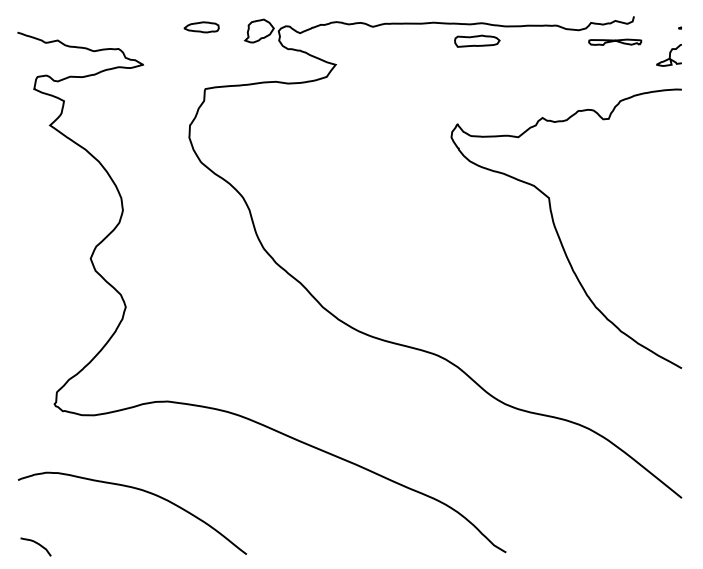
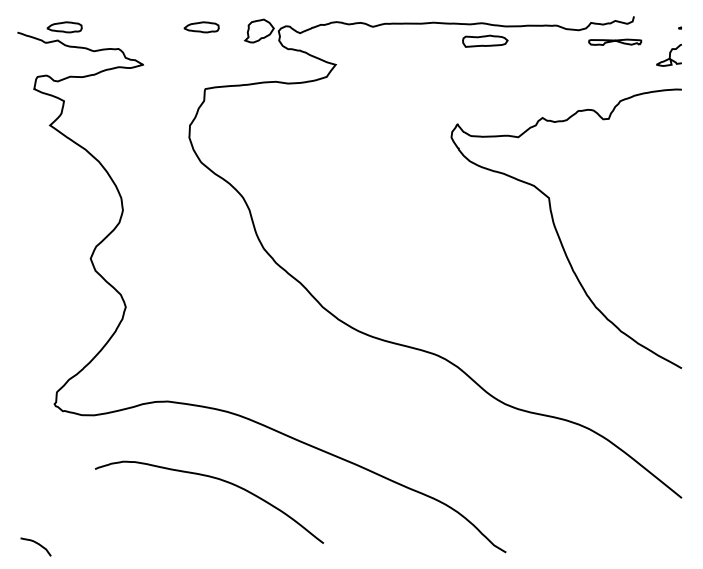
part at (64, 27): none -> present
part at (477, 40) position: (477, 40) -> (485, 40)
curve at (139, 490) position: (139, 490) -> (216, 479)
